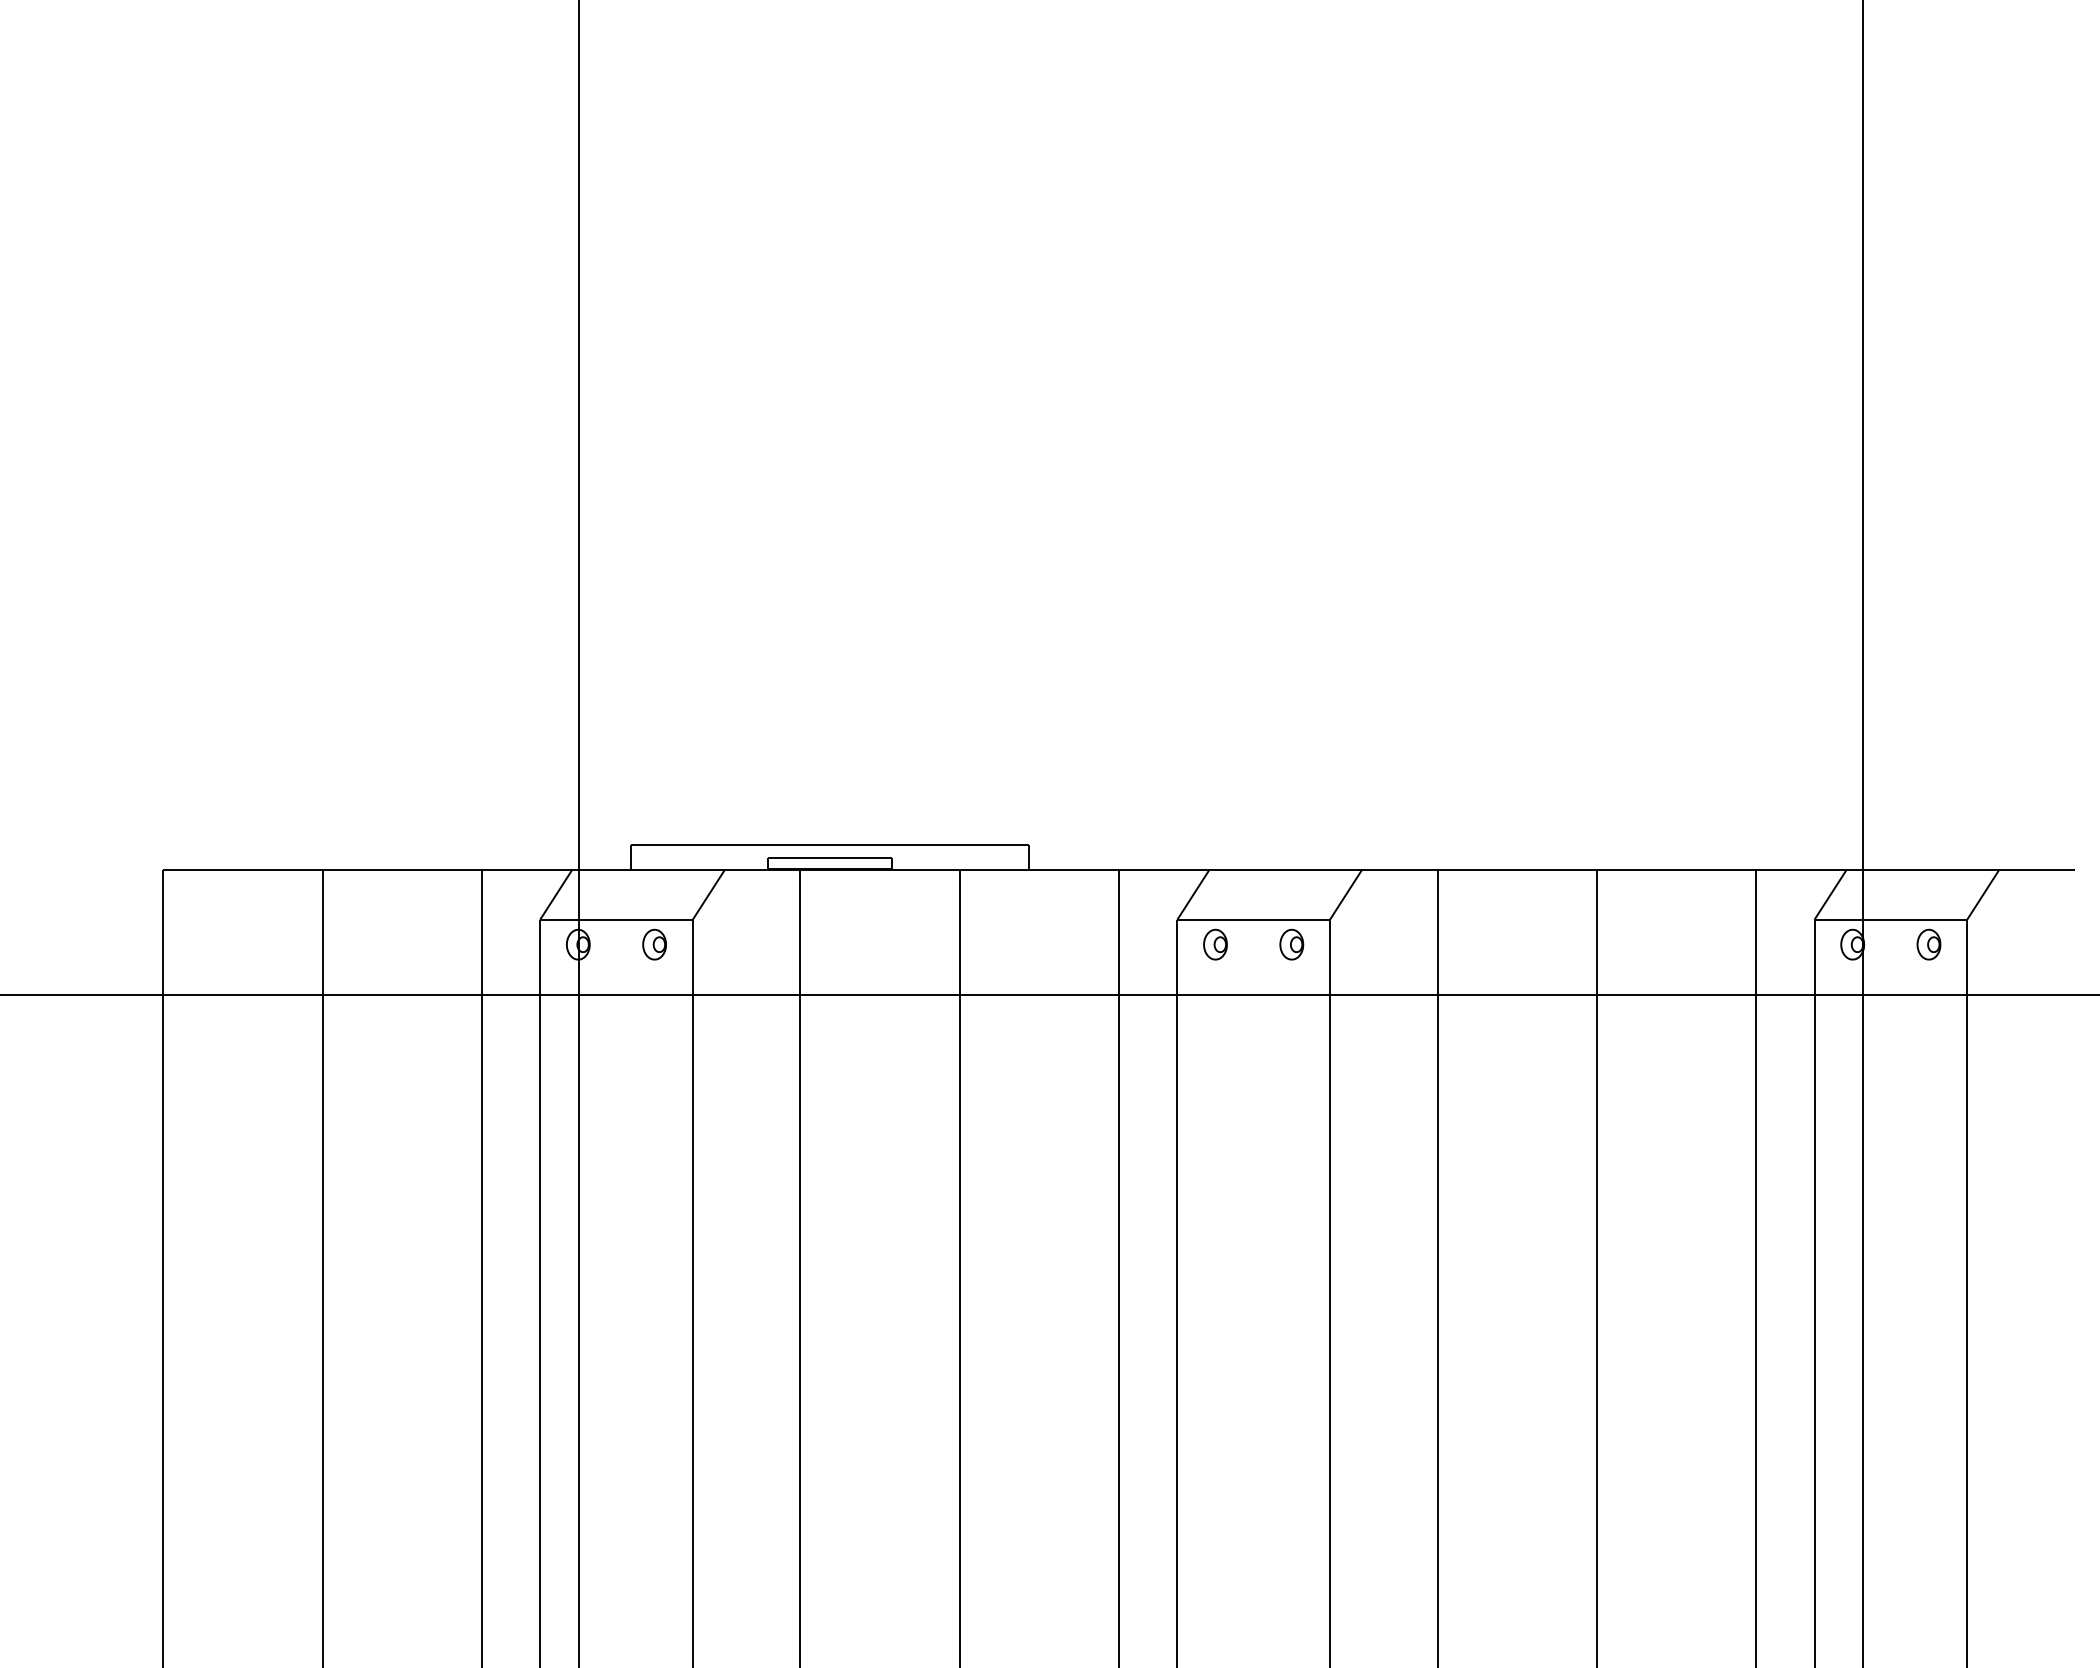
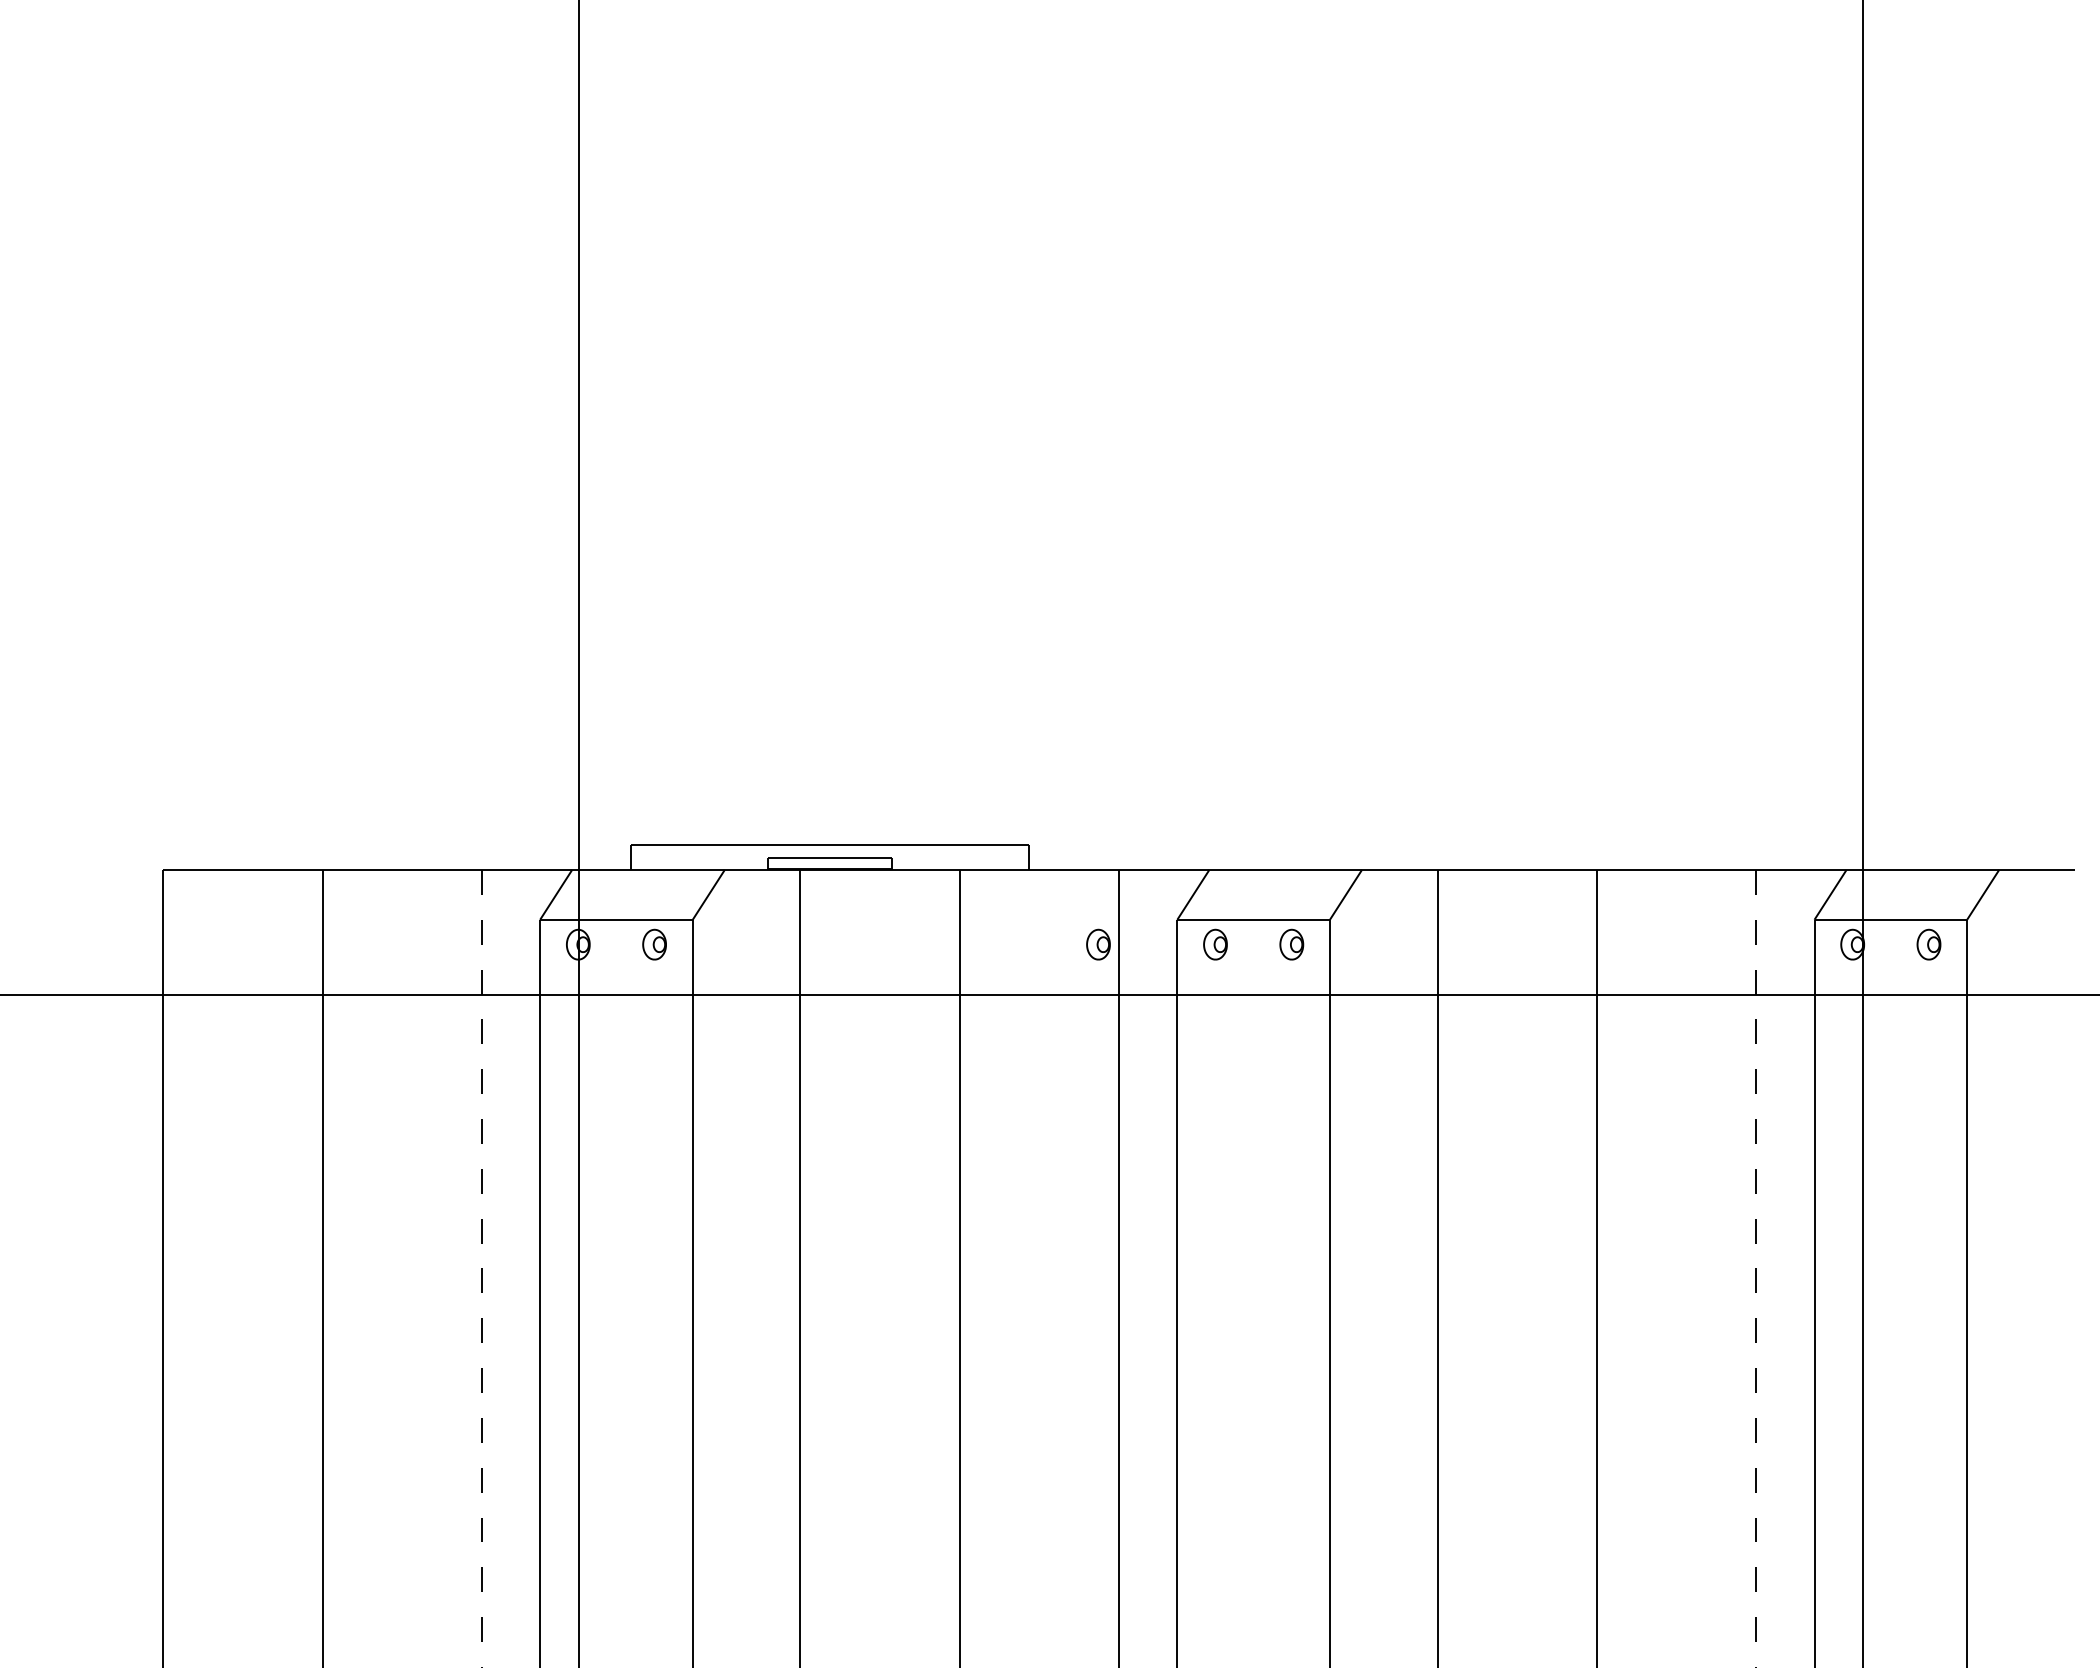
part at (1098, 944): none -> present
line at (481, 1268): solid -> dashed
line at (1756, 1268): solid -> dashed
